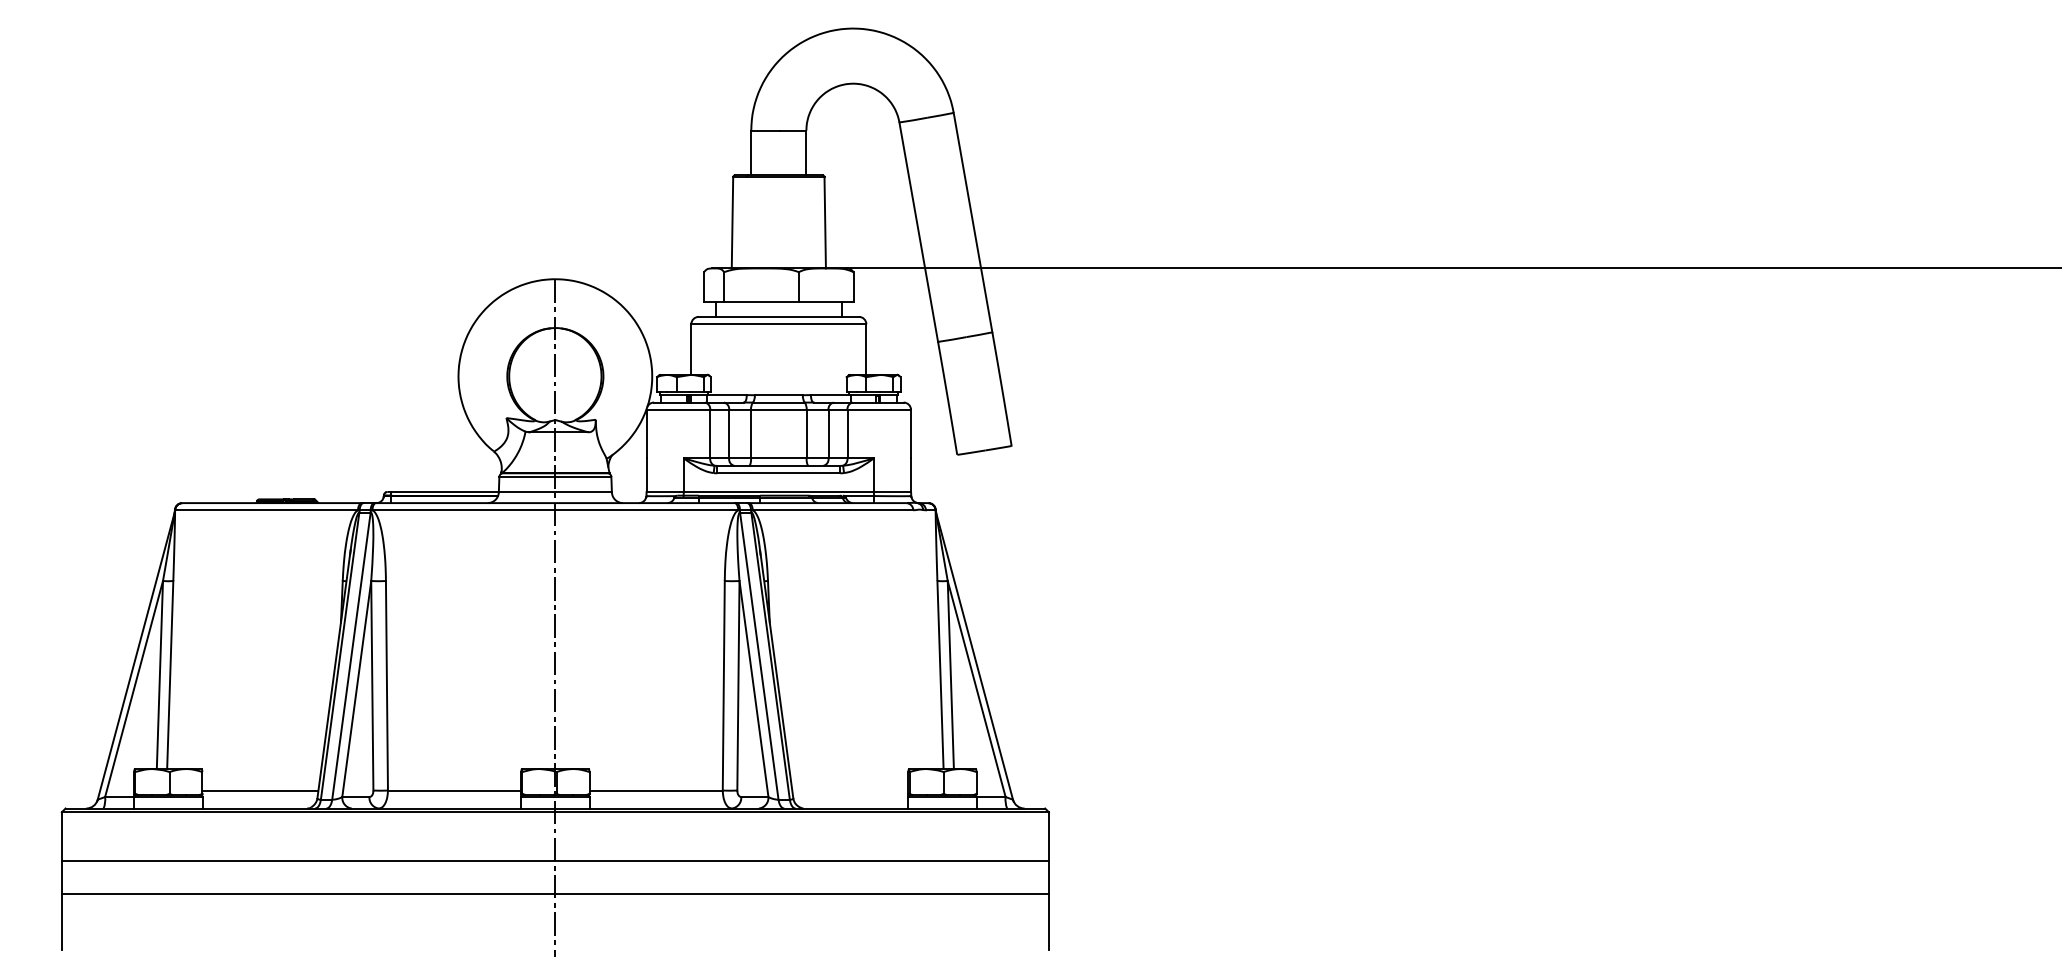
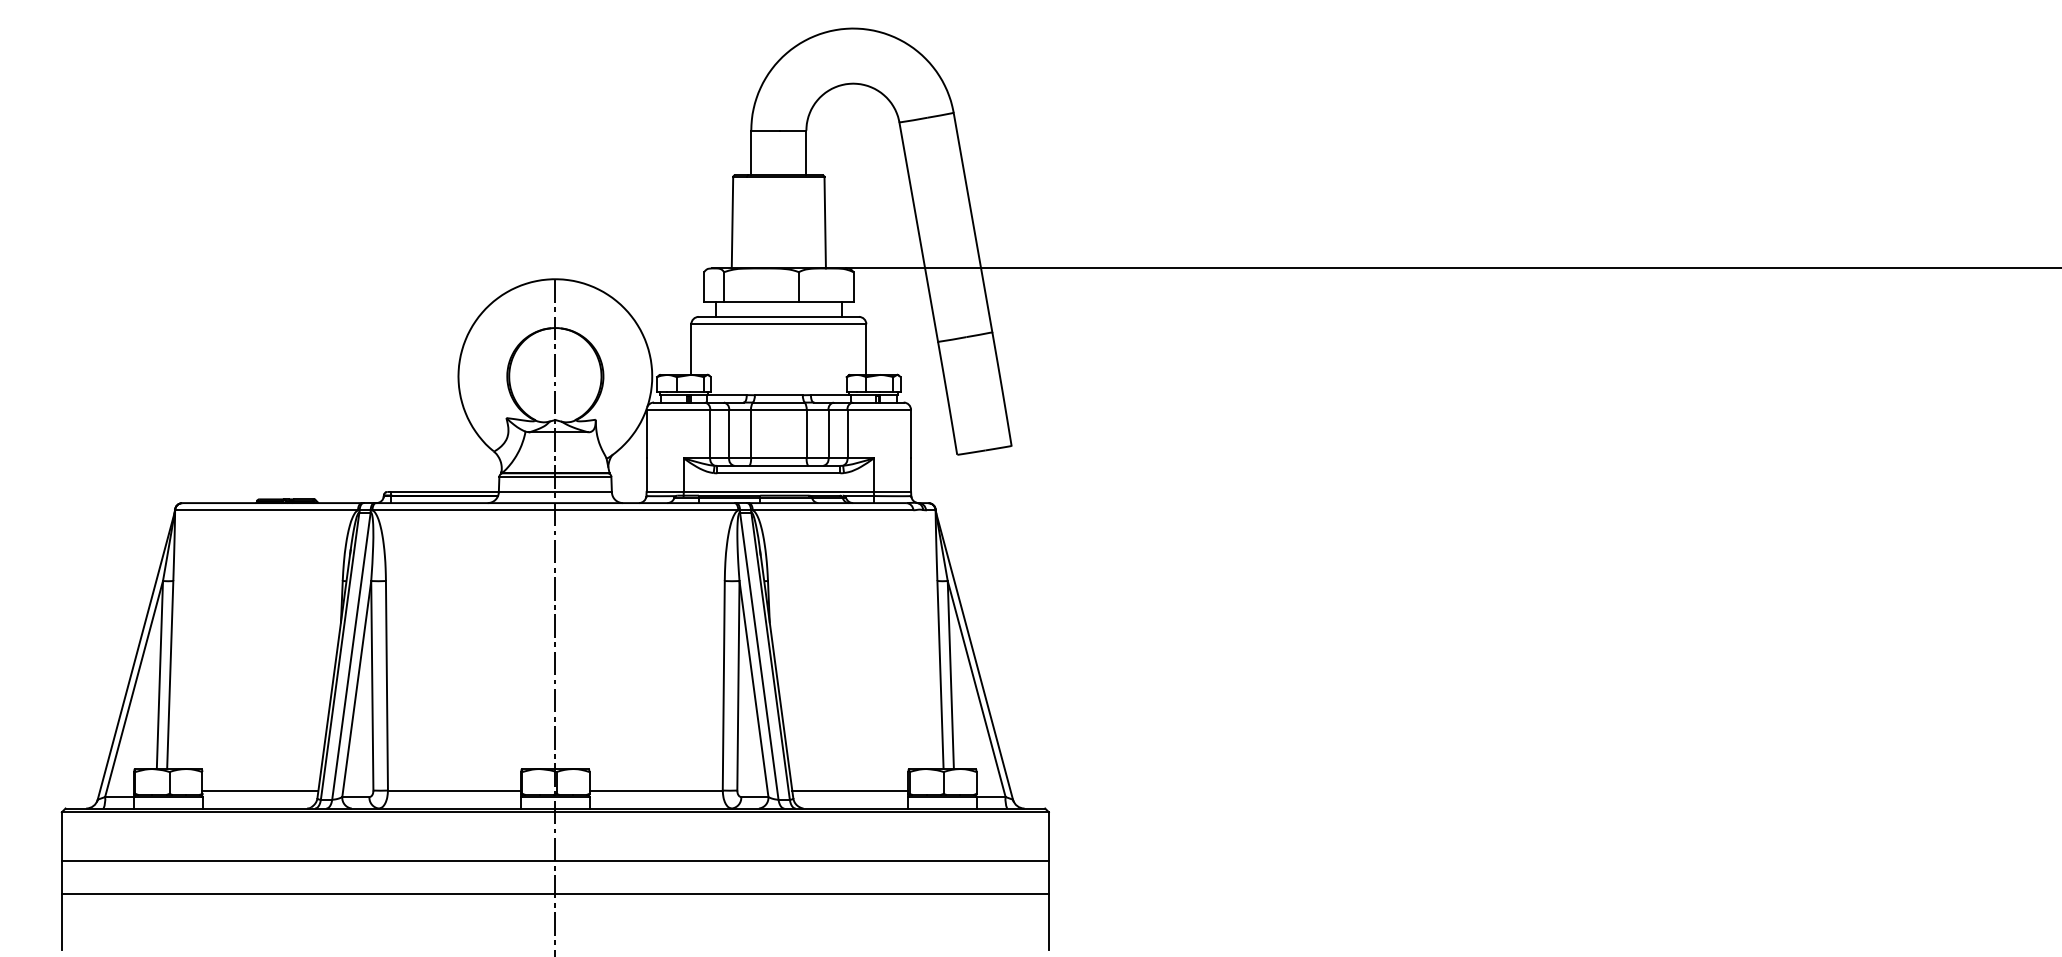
line at (850, 790): none -> present
